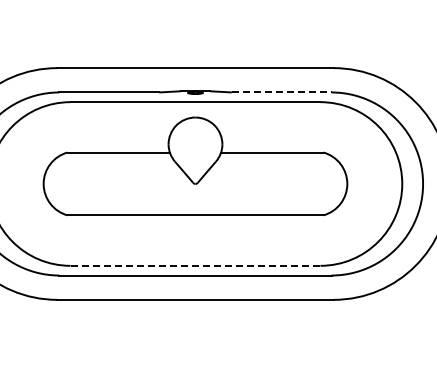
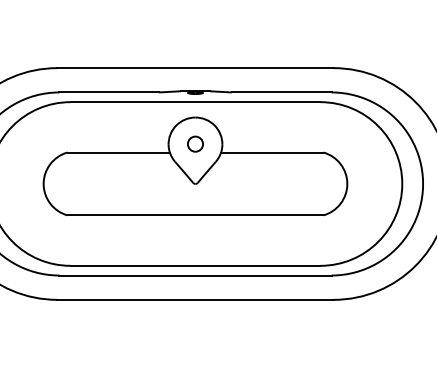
line at (281, 92): dashed -> solid
circle at (195, 143): none -> present
line at (195, 265): dashed -> solid
